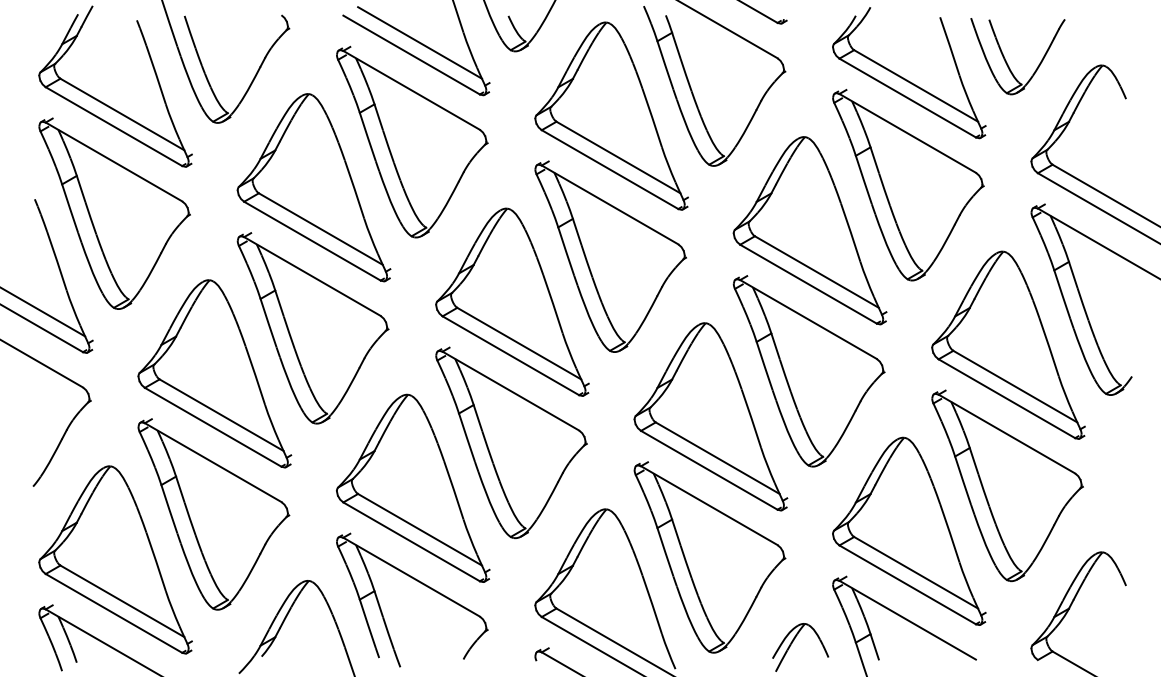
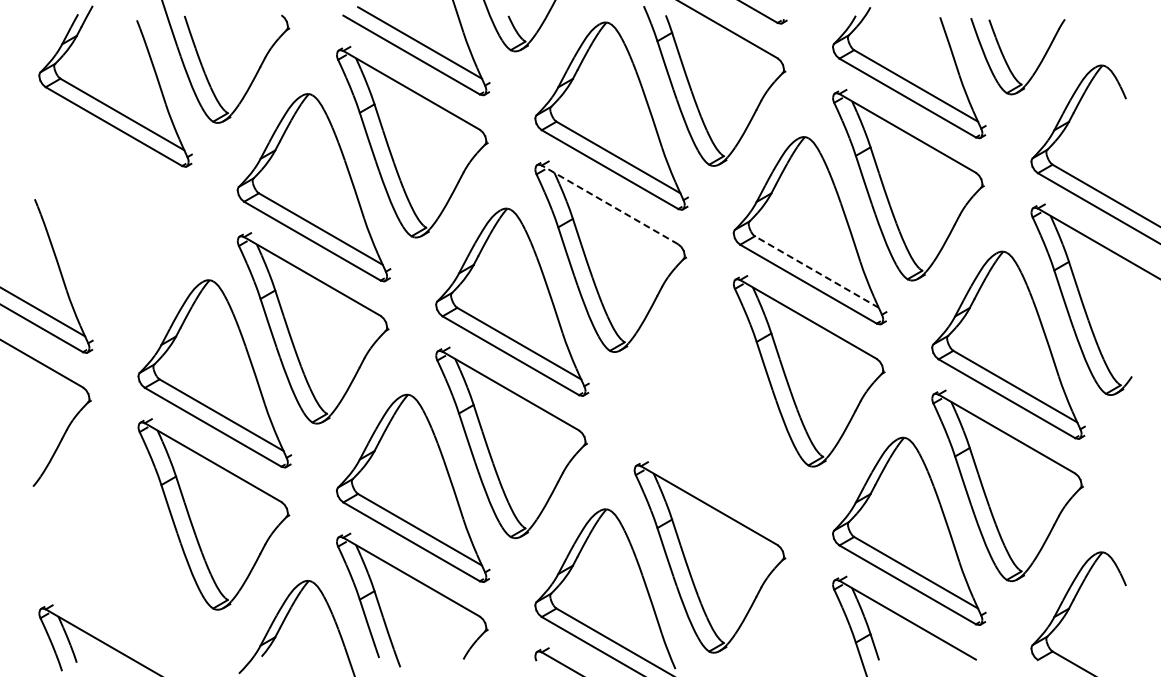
line at (610, 204): solid -> dashed
part at (114, 213): present -> none
line at (816, 272): solid -> dashed
part at (710, 416): present -> none
part at (115, 559): present -> none
part at (792, 643): present -> none
